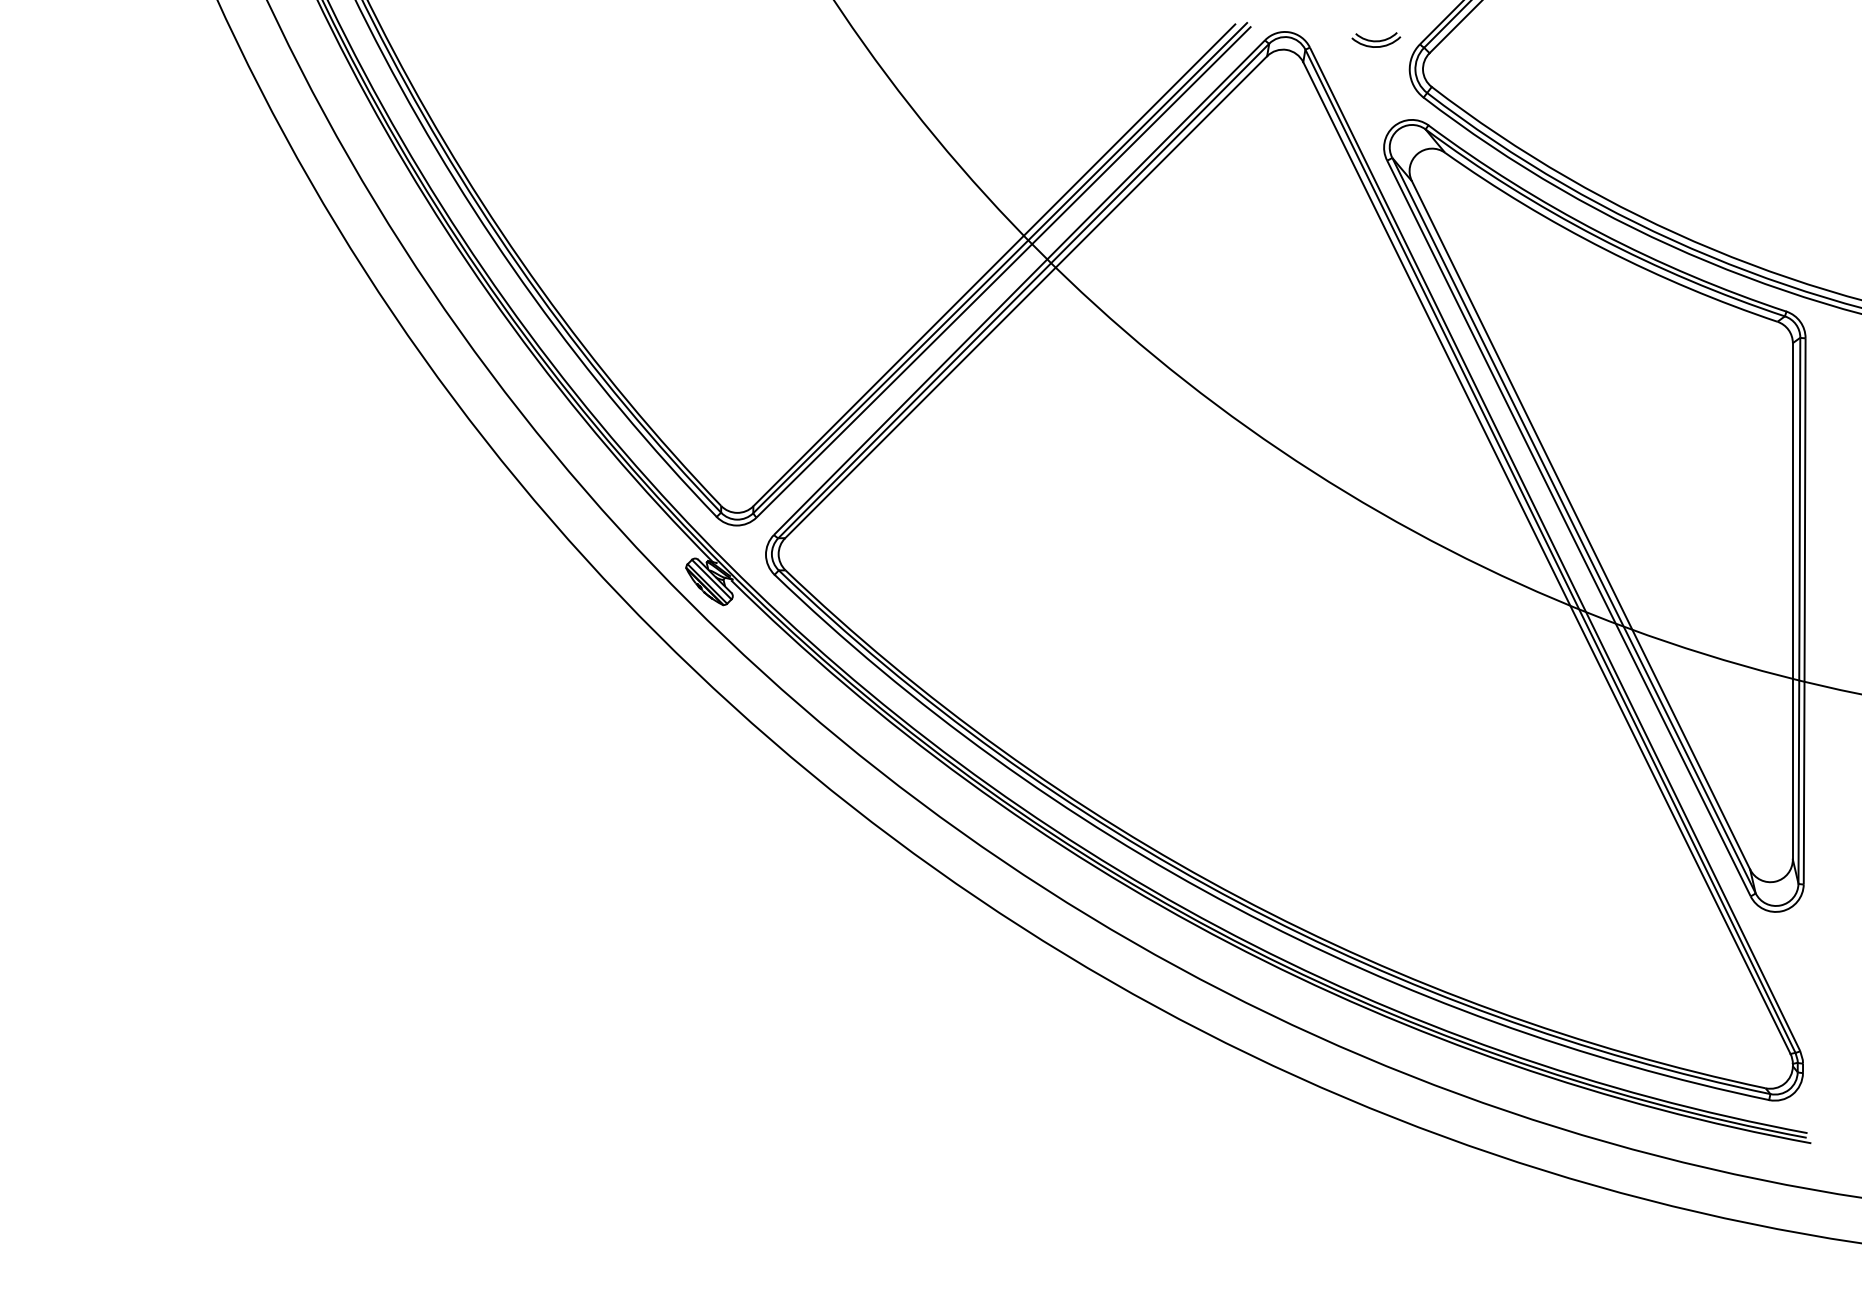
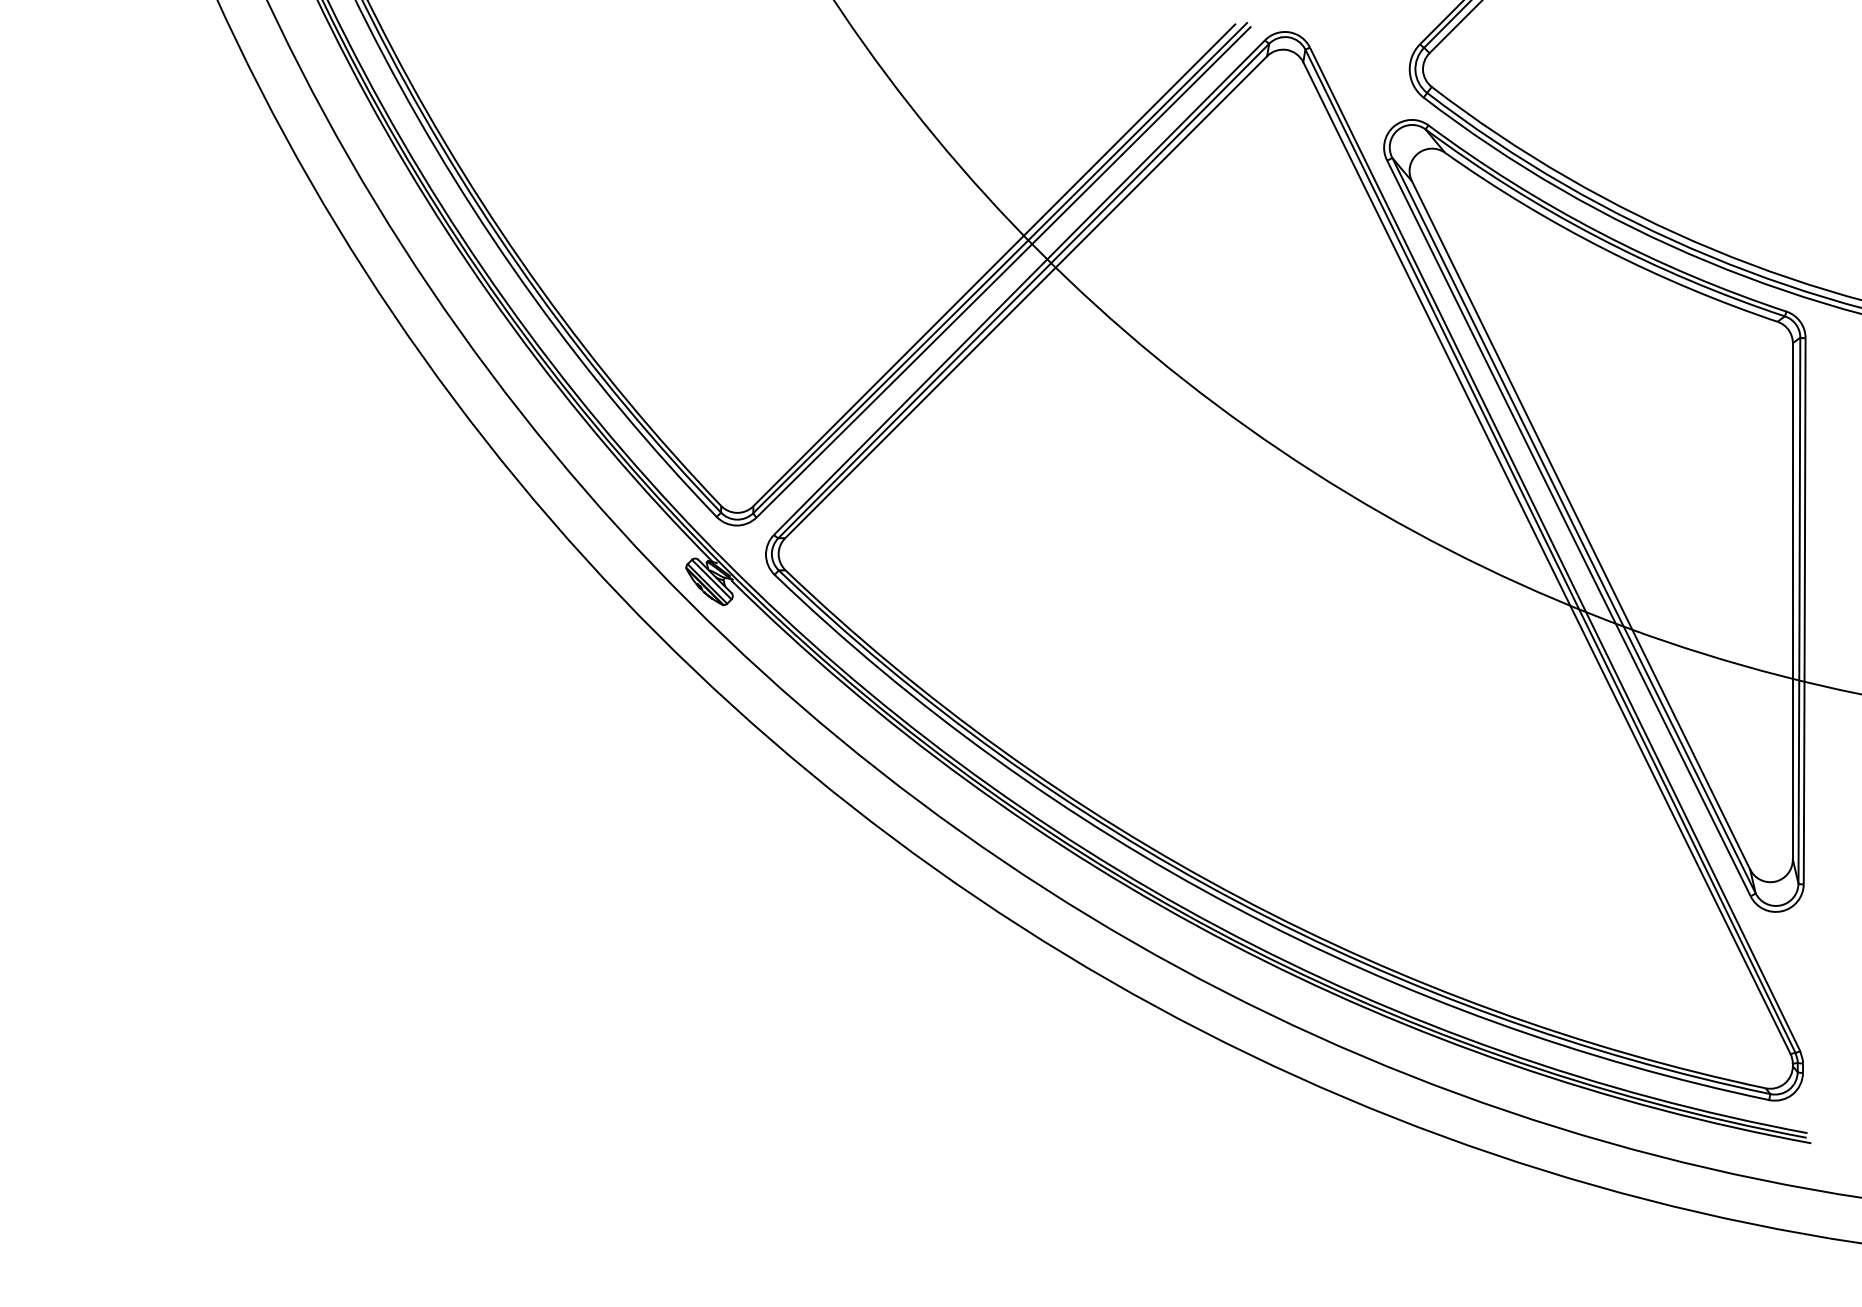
part at (1376, 39): present -> none
